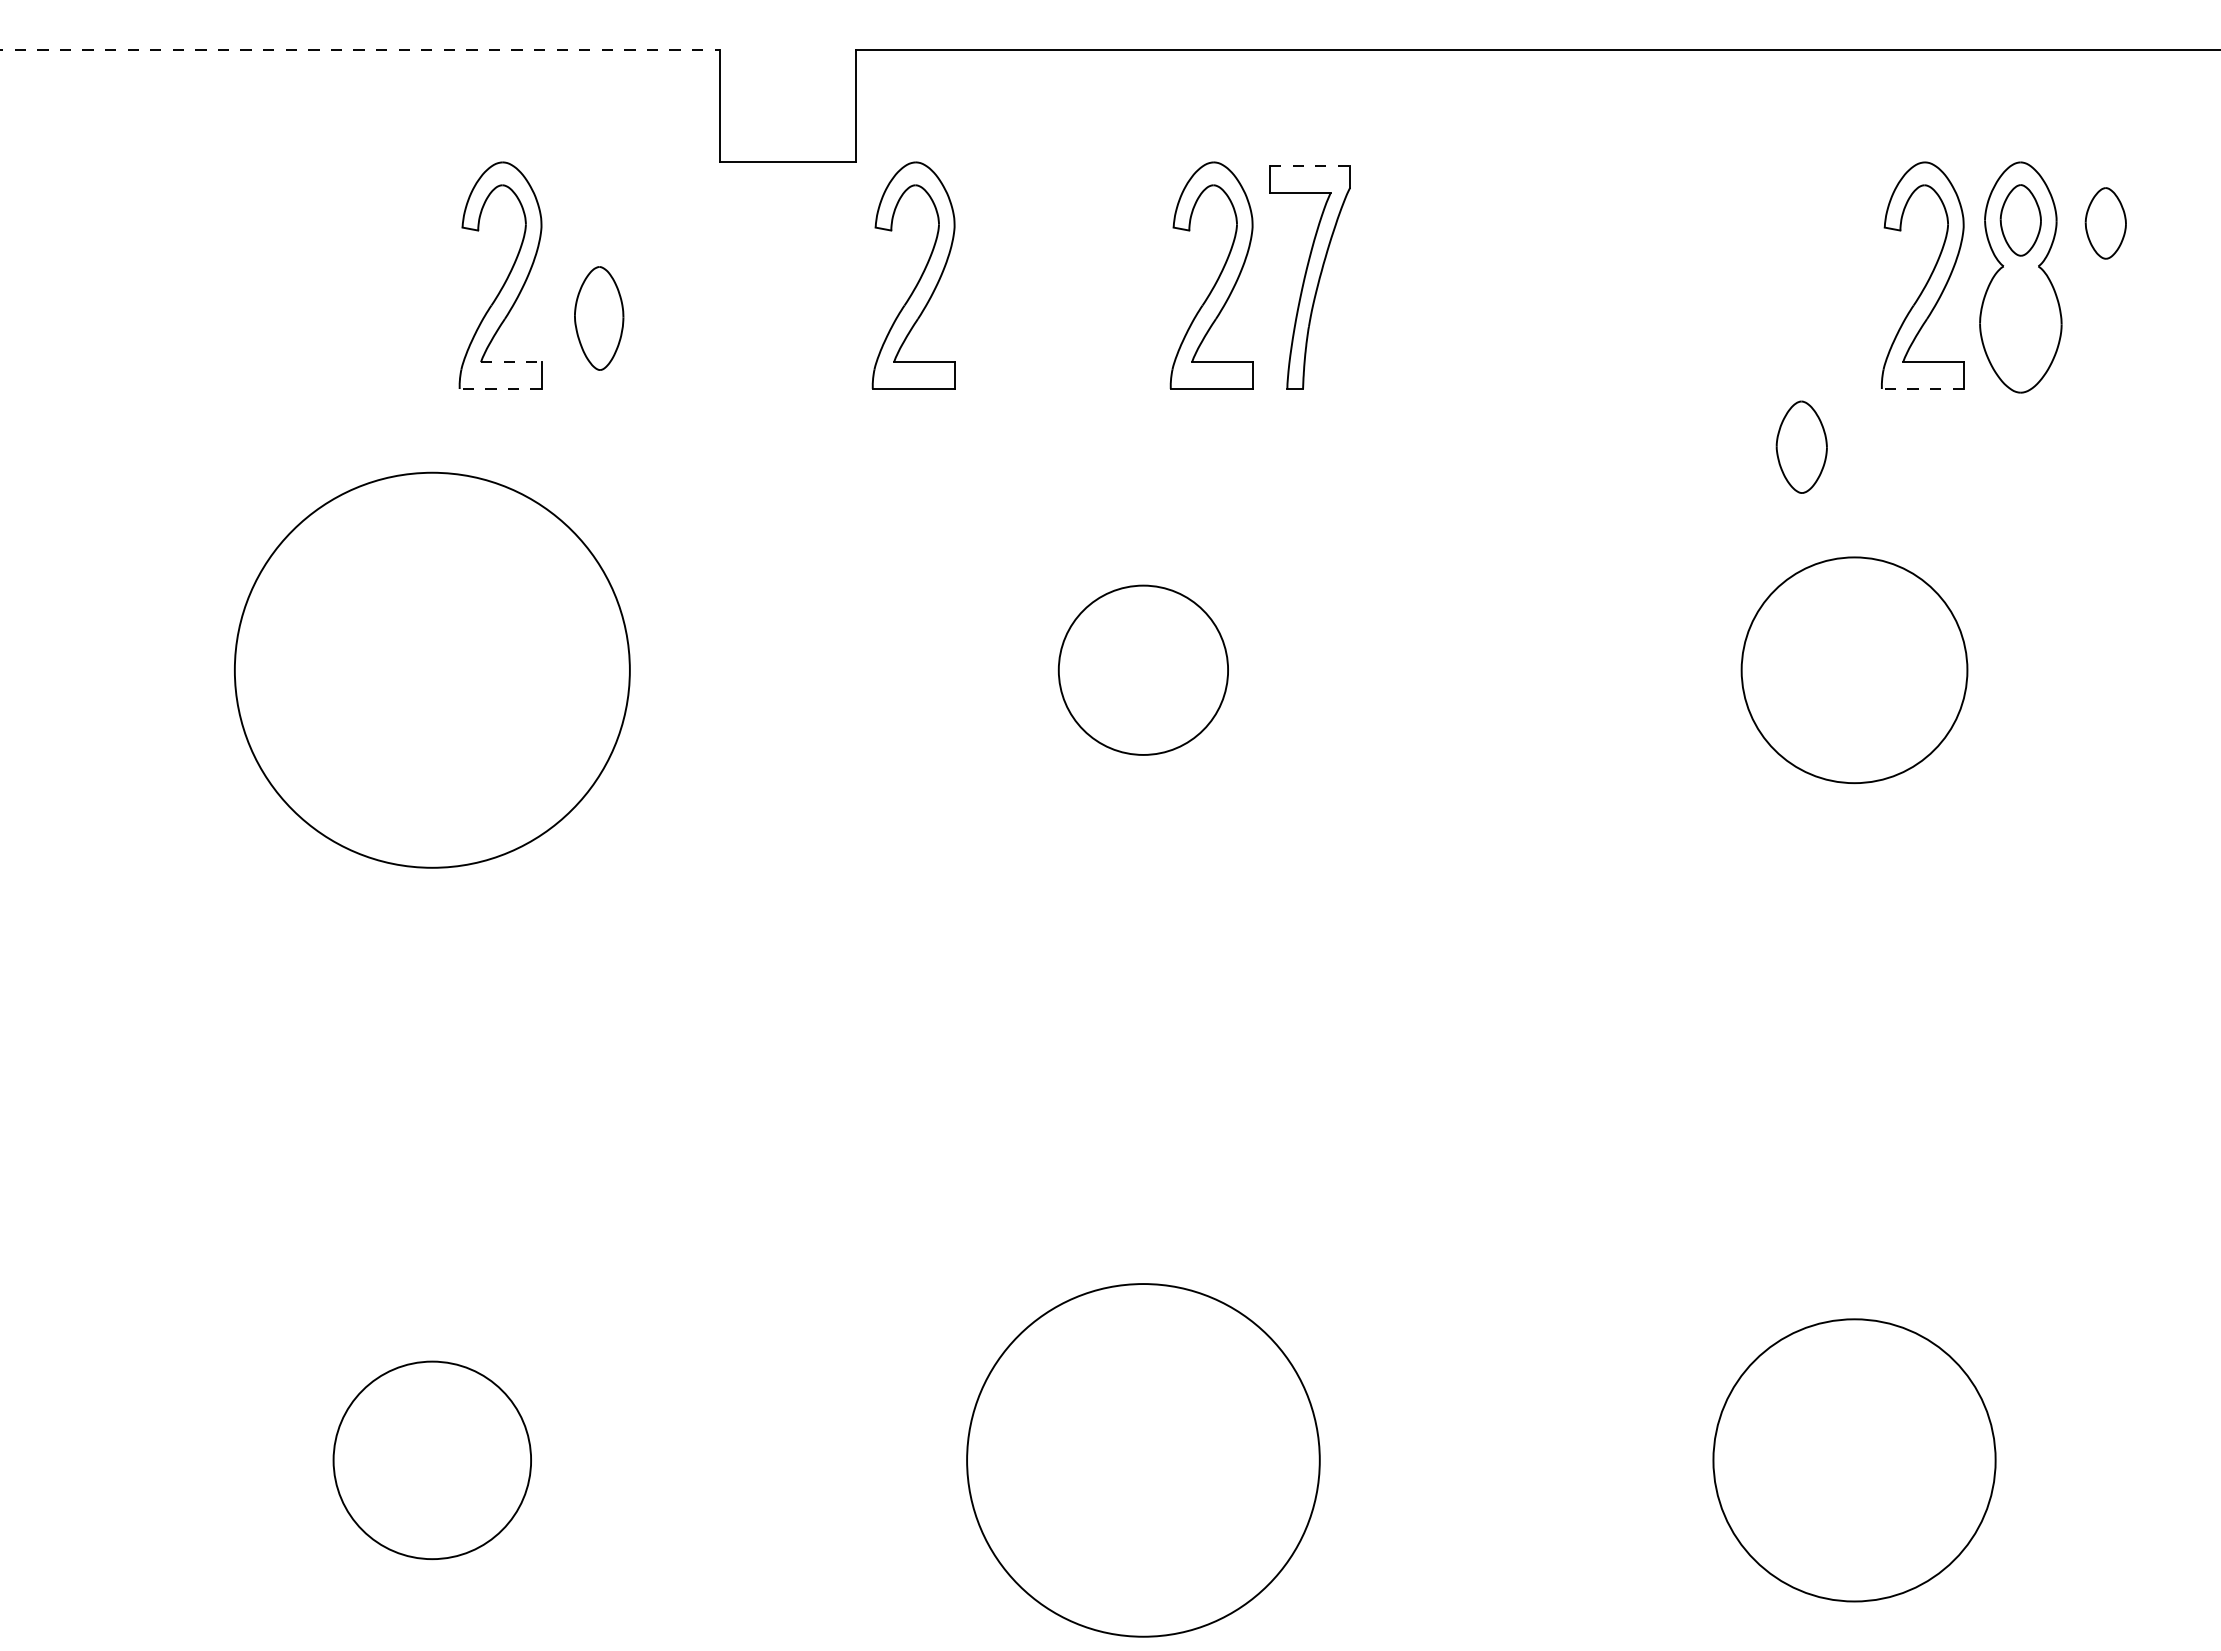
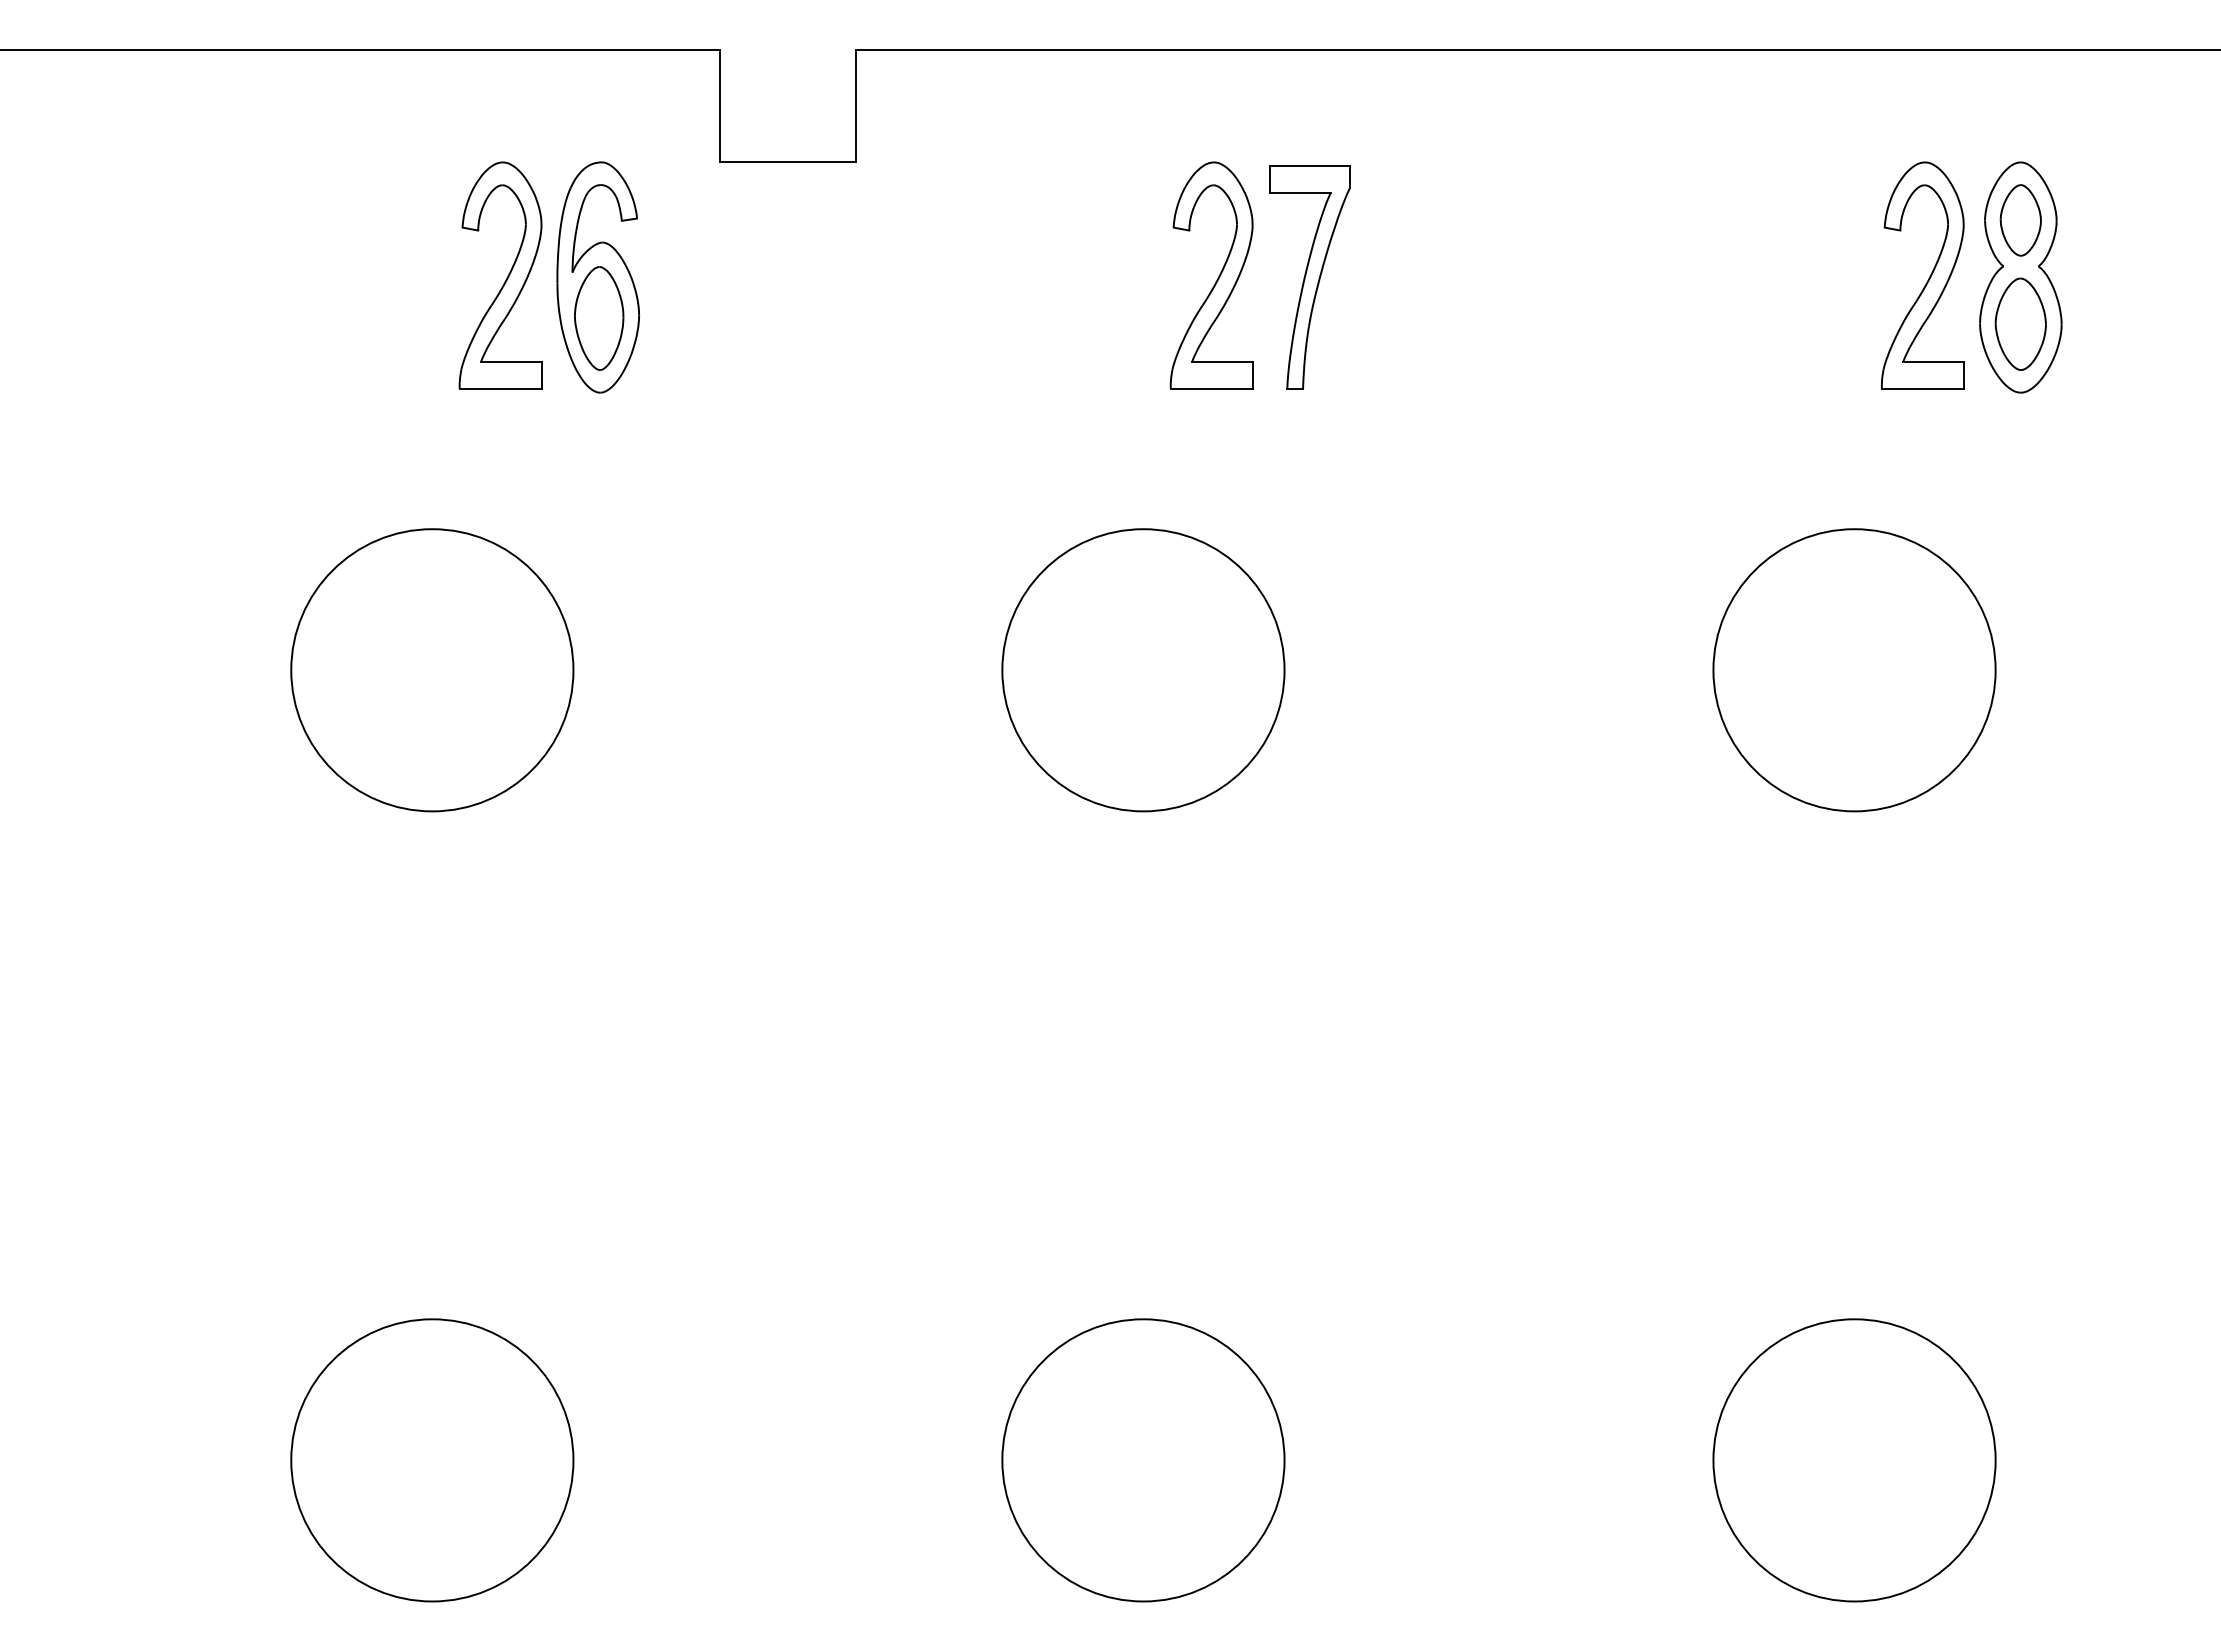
line at (360, 49): dashed -> solid
line at (1310, 166): dashed -> solid
part at (2105, 223): present -> none
part at (597, 277): none -> present
part at (919, 278): present -> none
line at (511, 362): dashed -> solid
line at (500, 389): dashed -> solid
line at (1922, 389): dashed -> solid
part at (1801, 446) position: (1801, 446) -> (2020, 323)
circle at (431, 669) diameter: 395 px -> 282 px
circle at (1143, 669) diameter: 169 px -> 282 px
circle at (1854, 670) diameter: 226 px -> 282 px
circle at (432, 1460) diameter: 198 px -> 282 px
circle at (1143, 1460) diameter: 353 px -> 282 px
